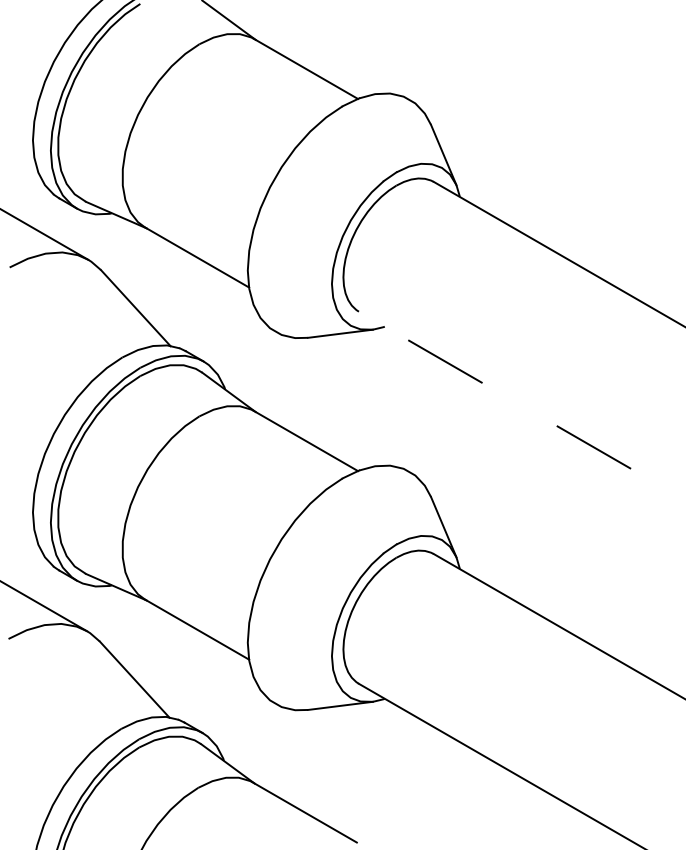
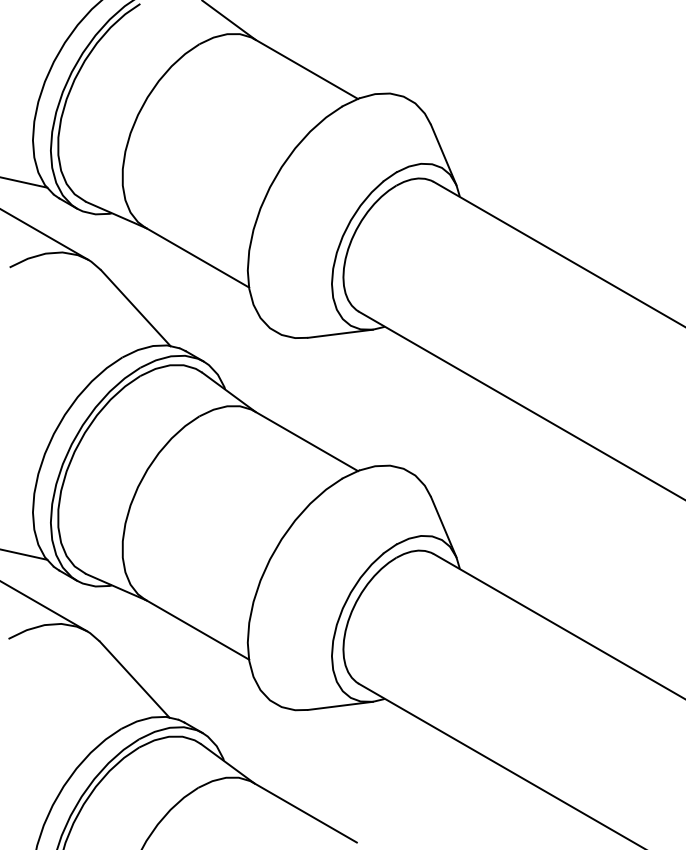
line at (24, 182): none -> present
line at (521, 405): dashed -> solid
line at (24, 554): none -> present
